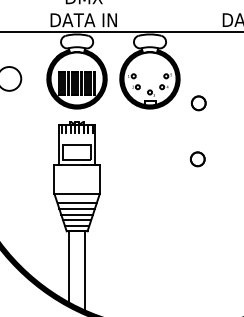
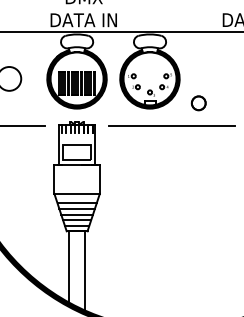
line at (23, 126): none -> present
line at (171, 126): none -> present
part at (197, 159): present -> none
